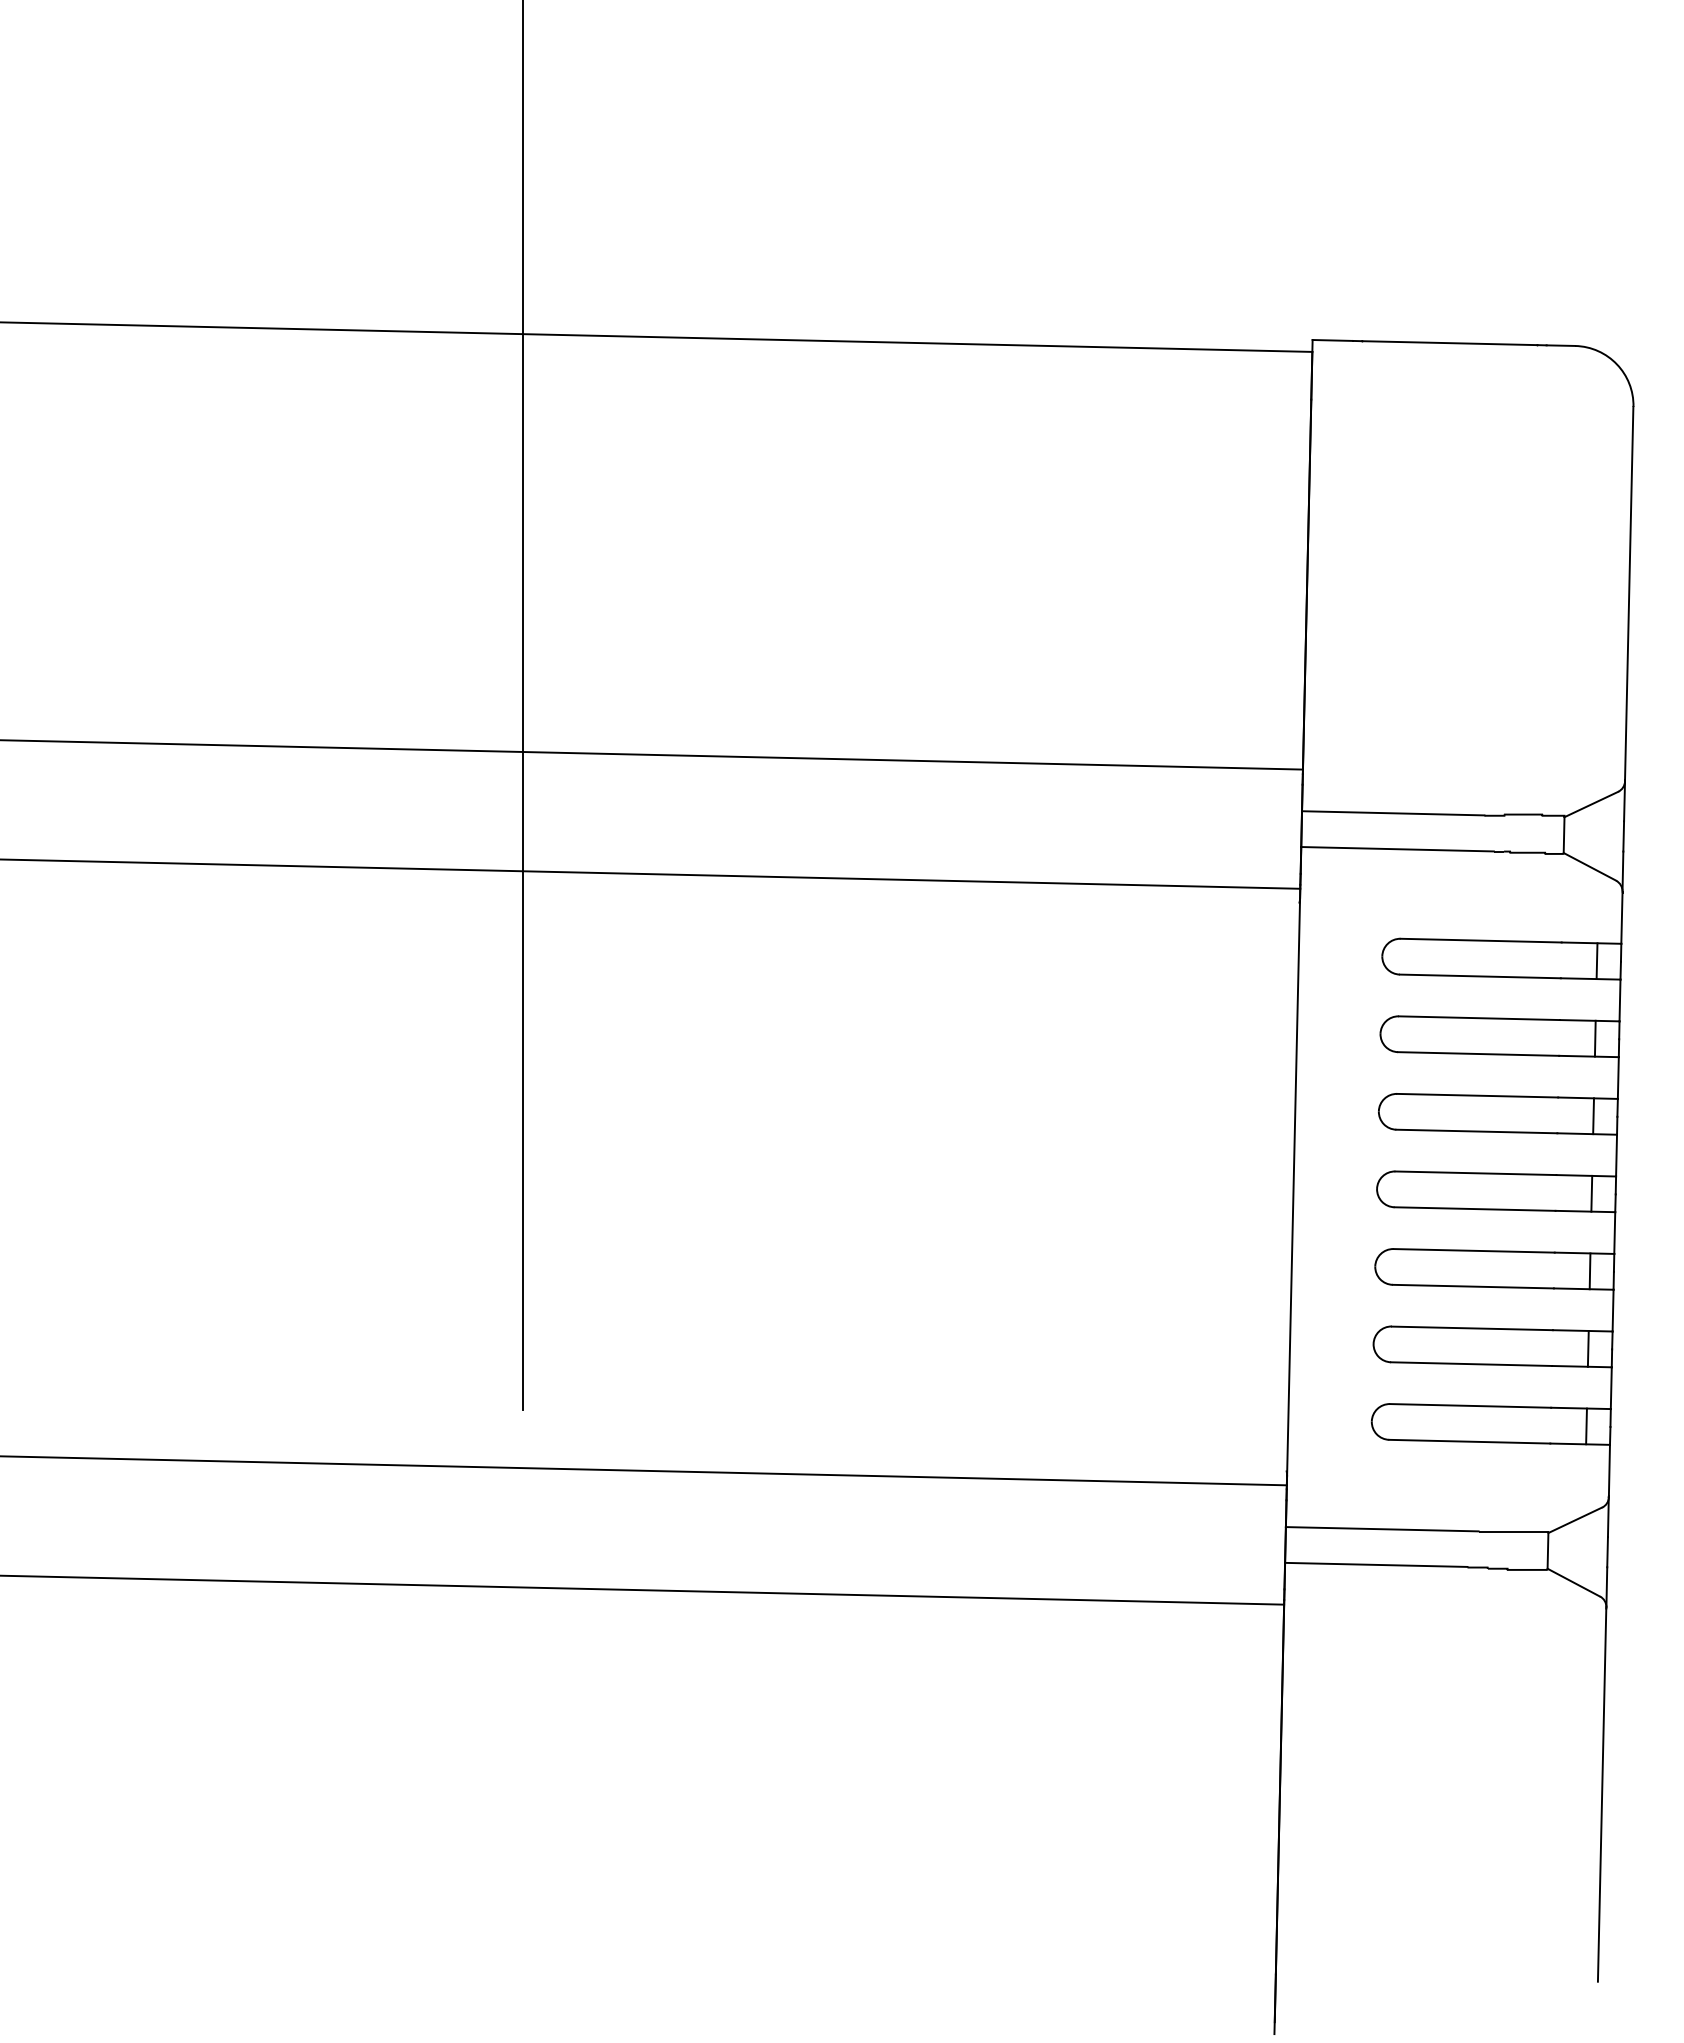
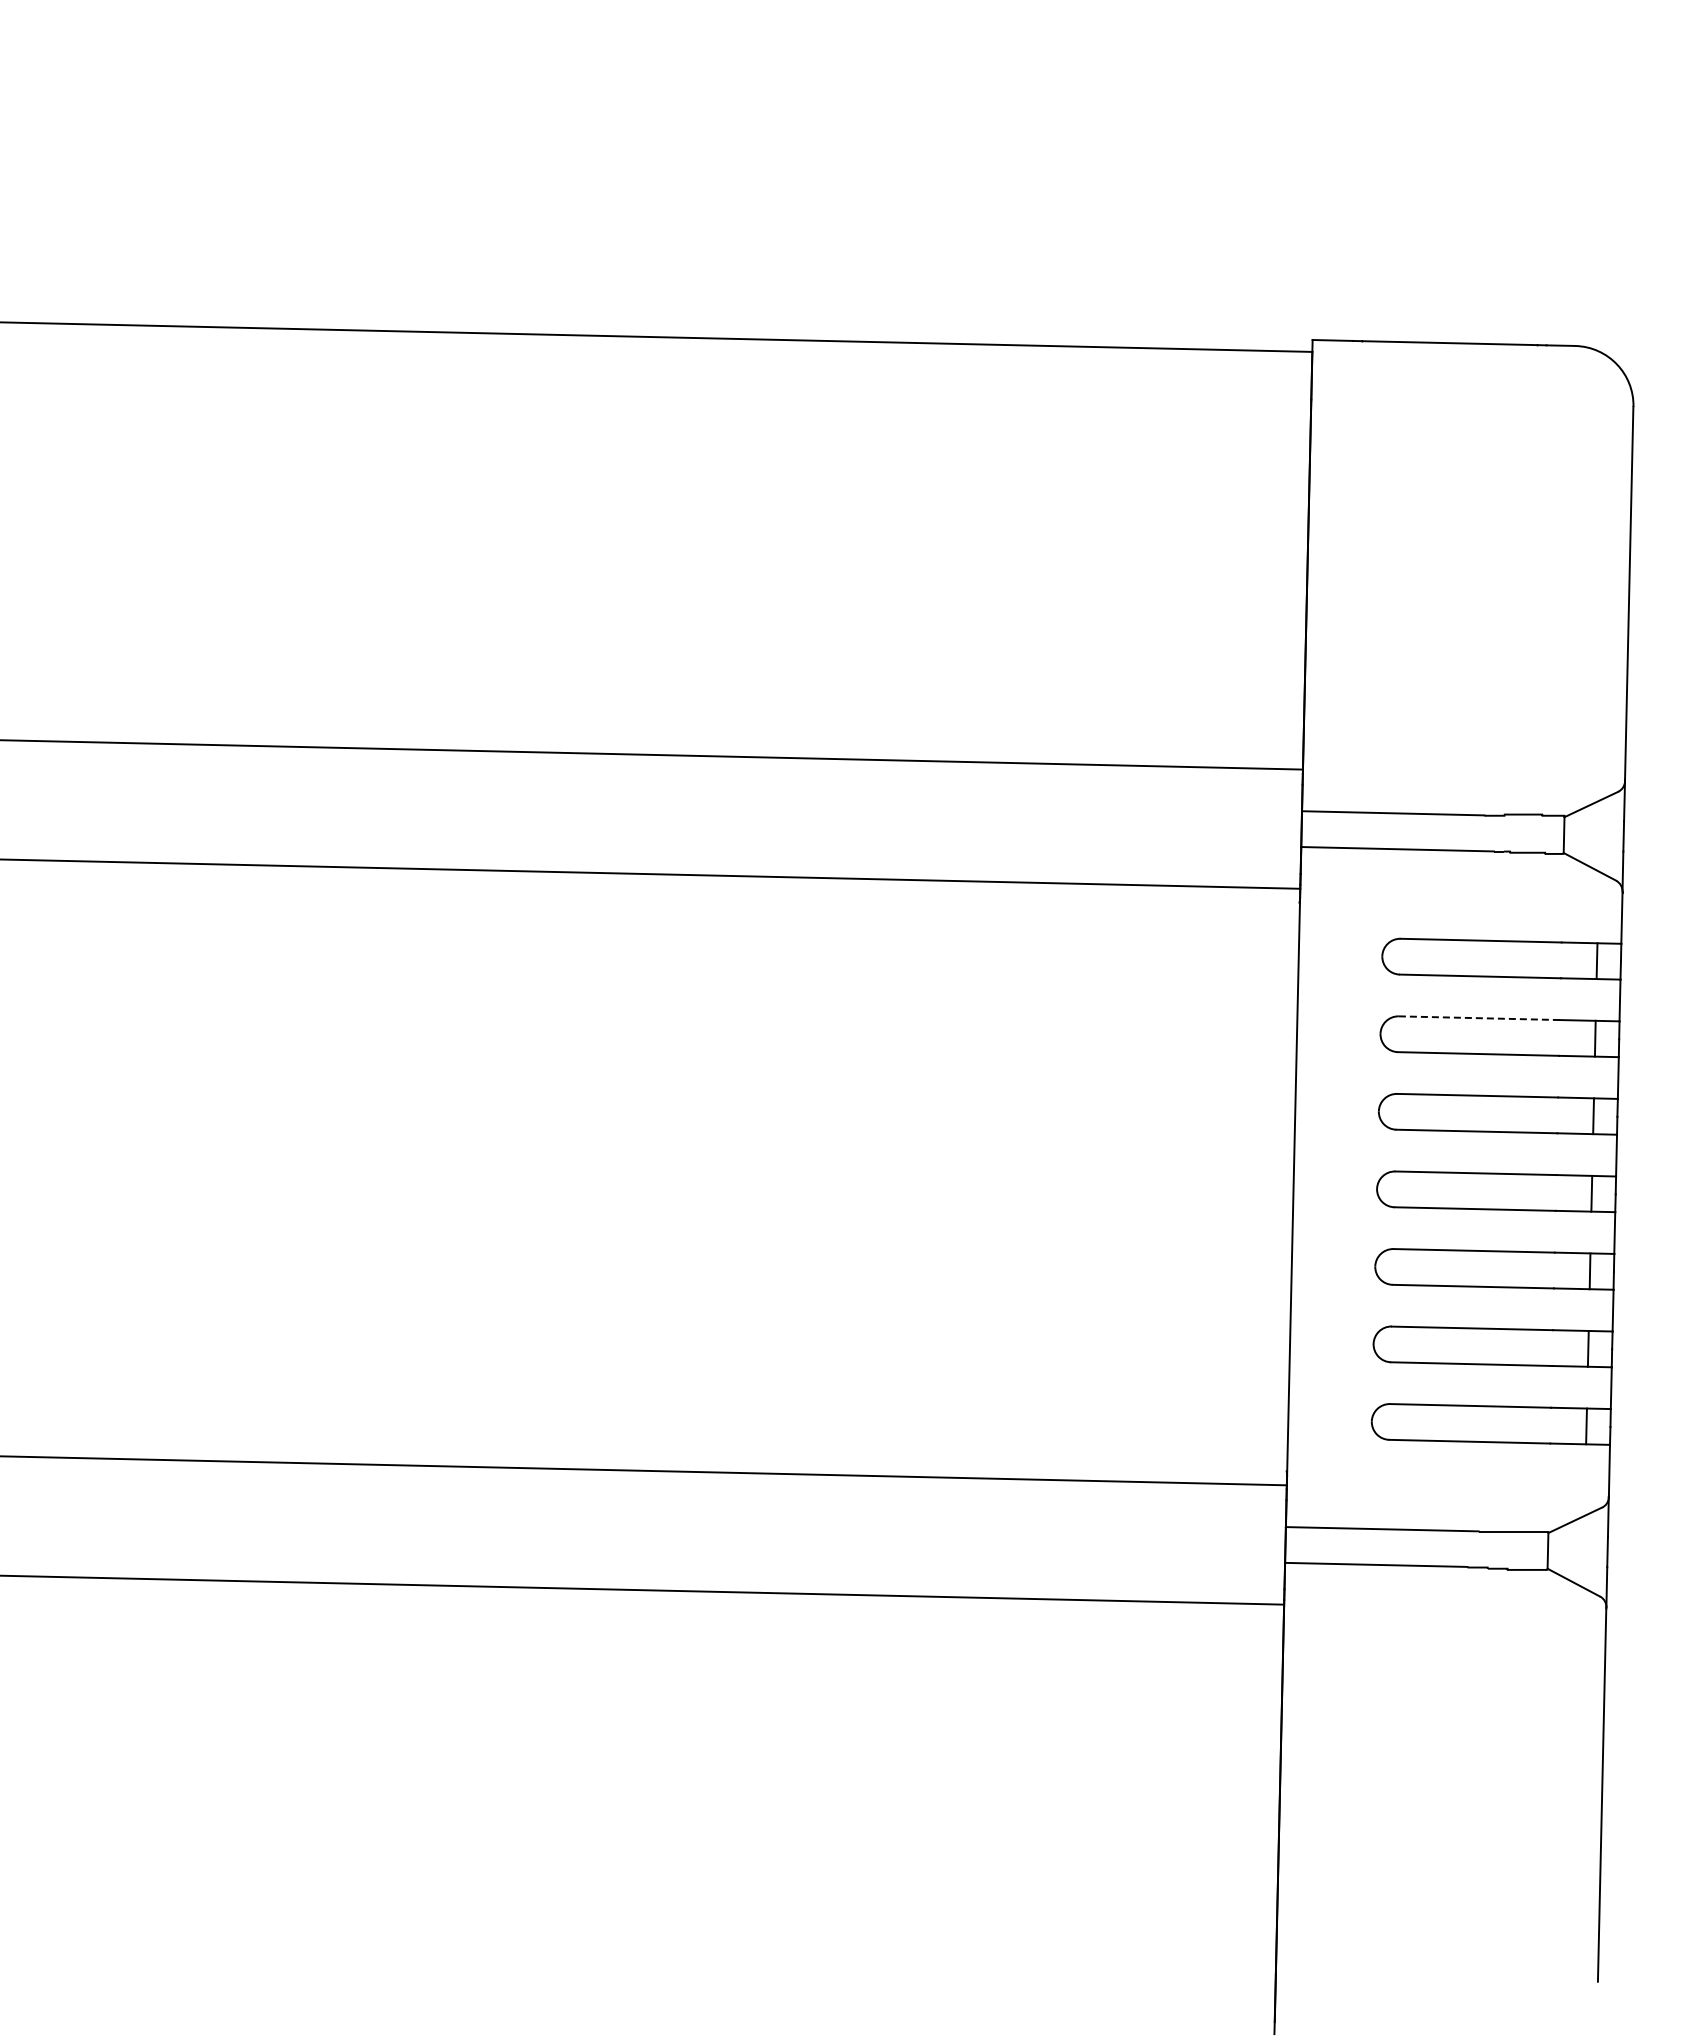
line at (523, 705): present -> none
line at (1479, 1018): solid -> dashed
